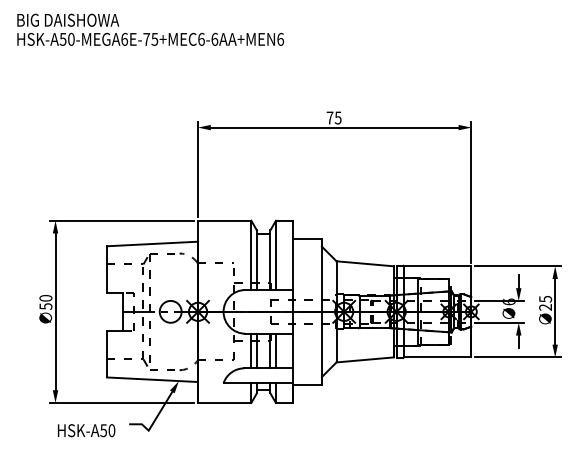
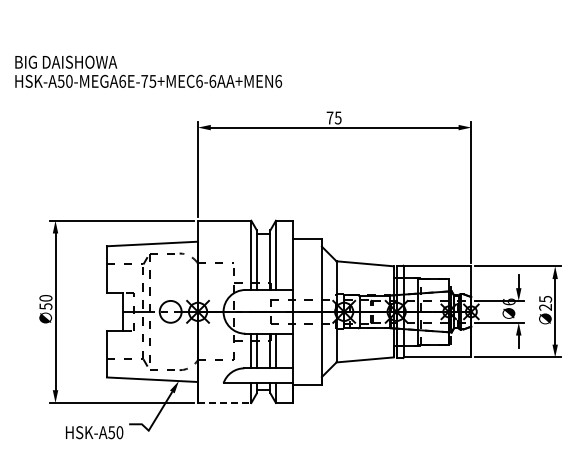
text at (150, 29) position: (150, 29) -> (148, 71)
line at (224, 402): solid -> dashed
text at (86, 430) position: (86, 430) -> (94, 432)
